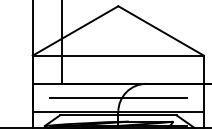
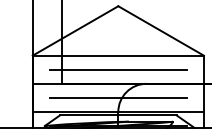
line at (117, 69): none -> present
